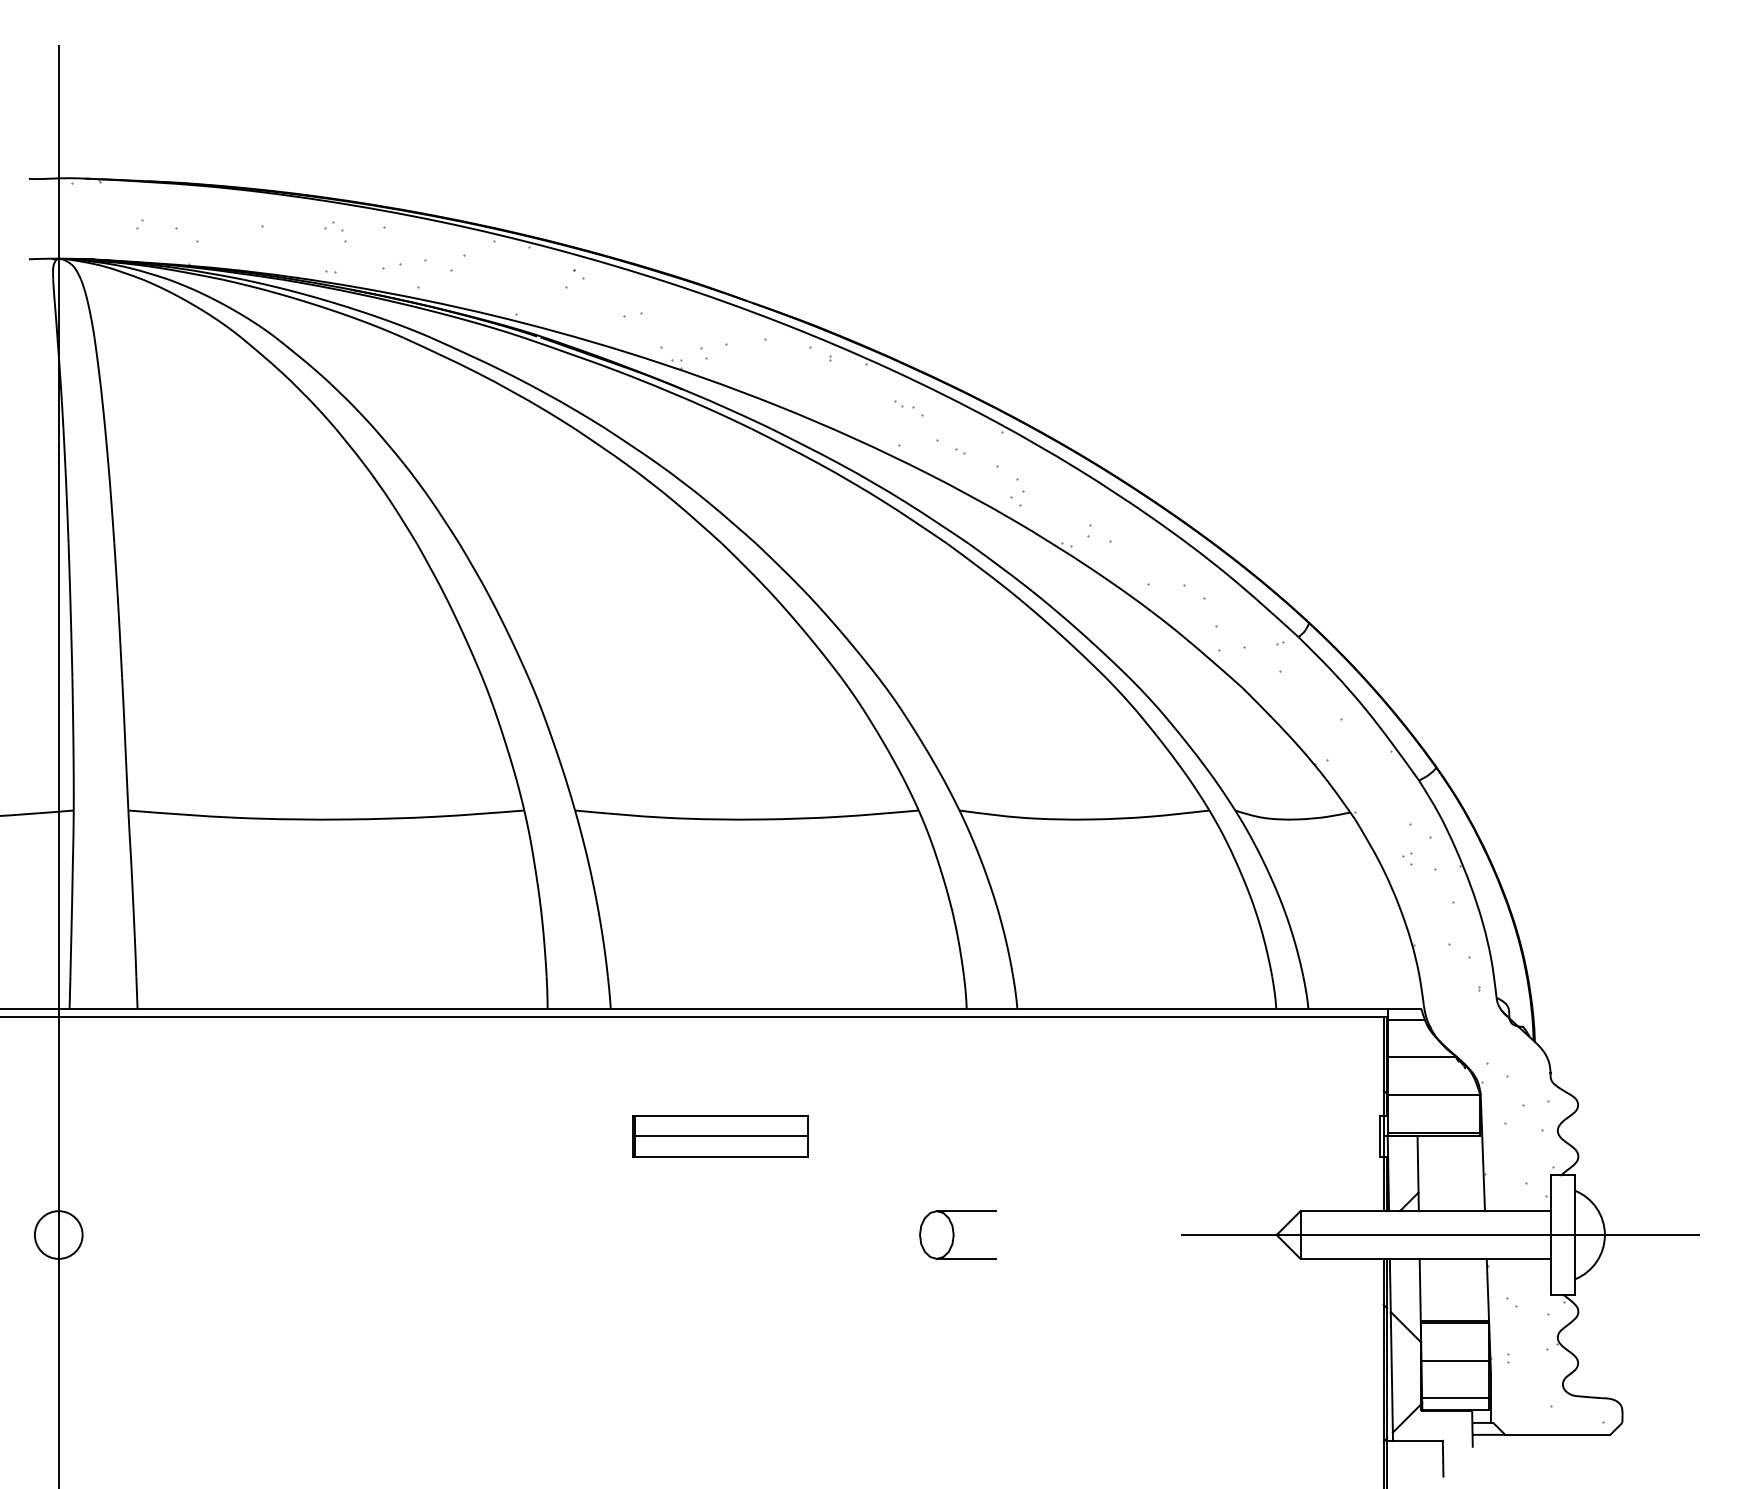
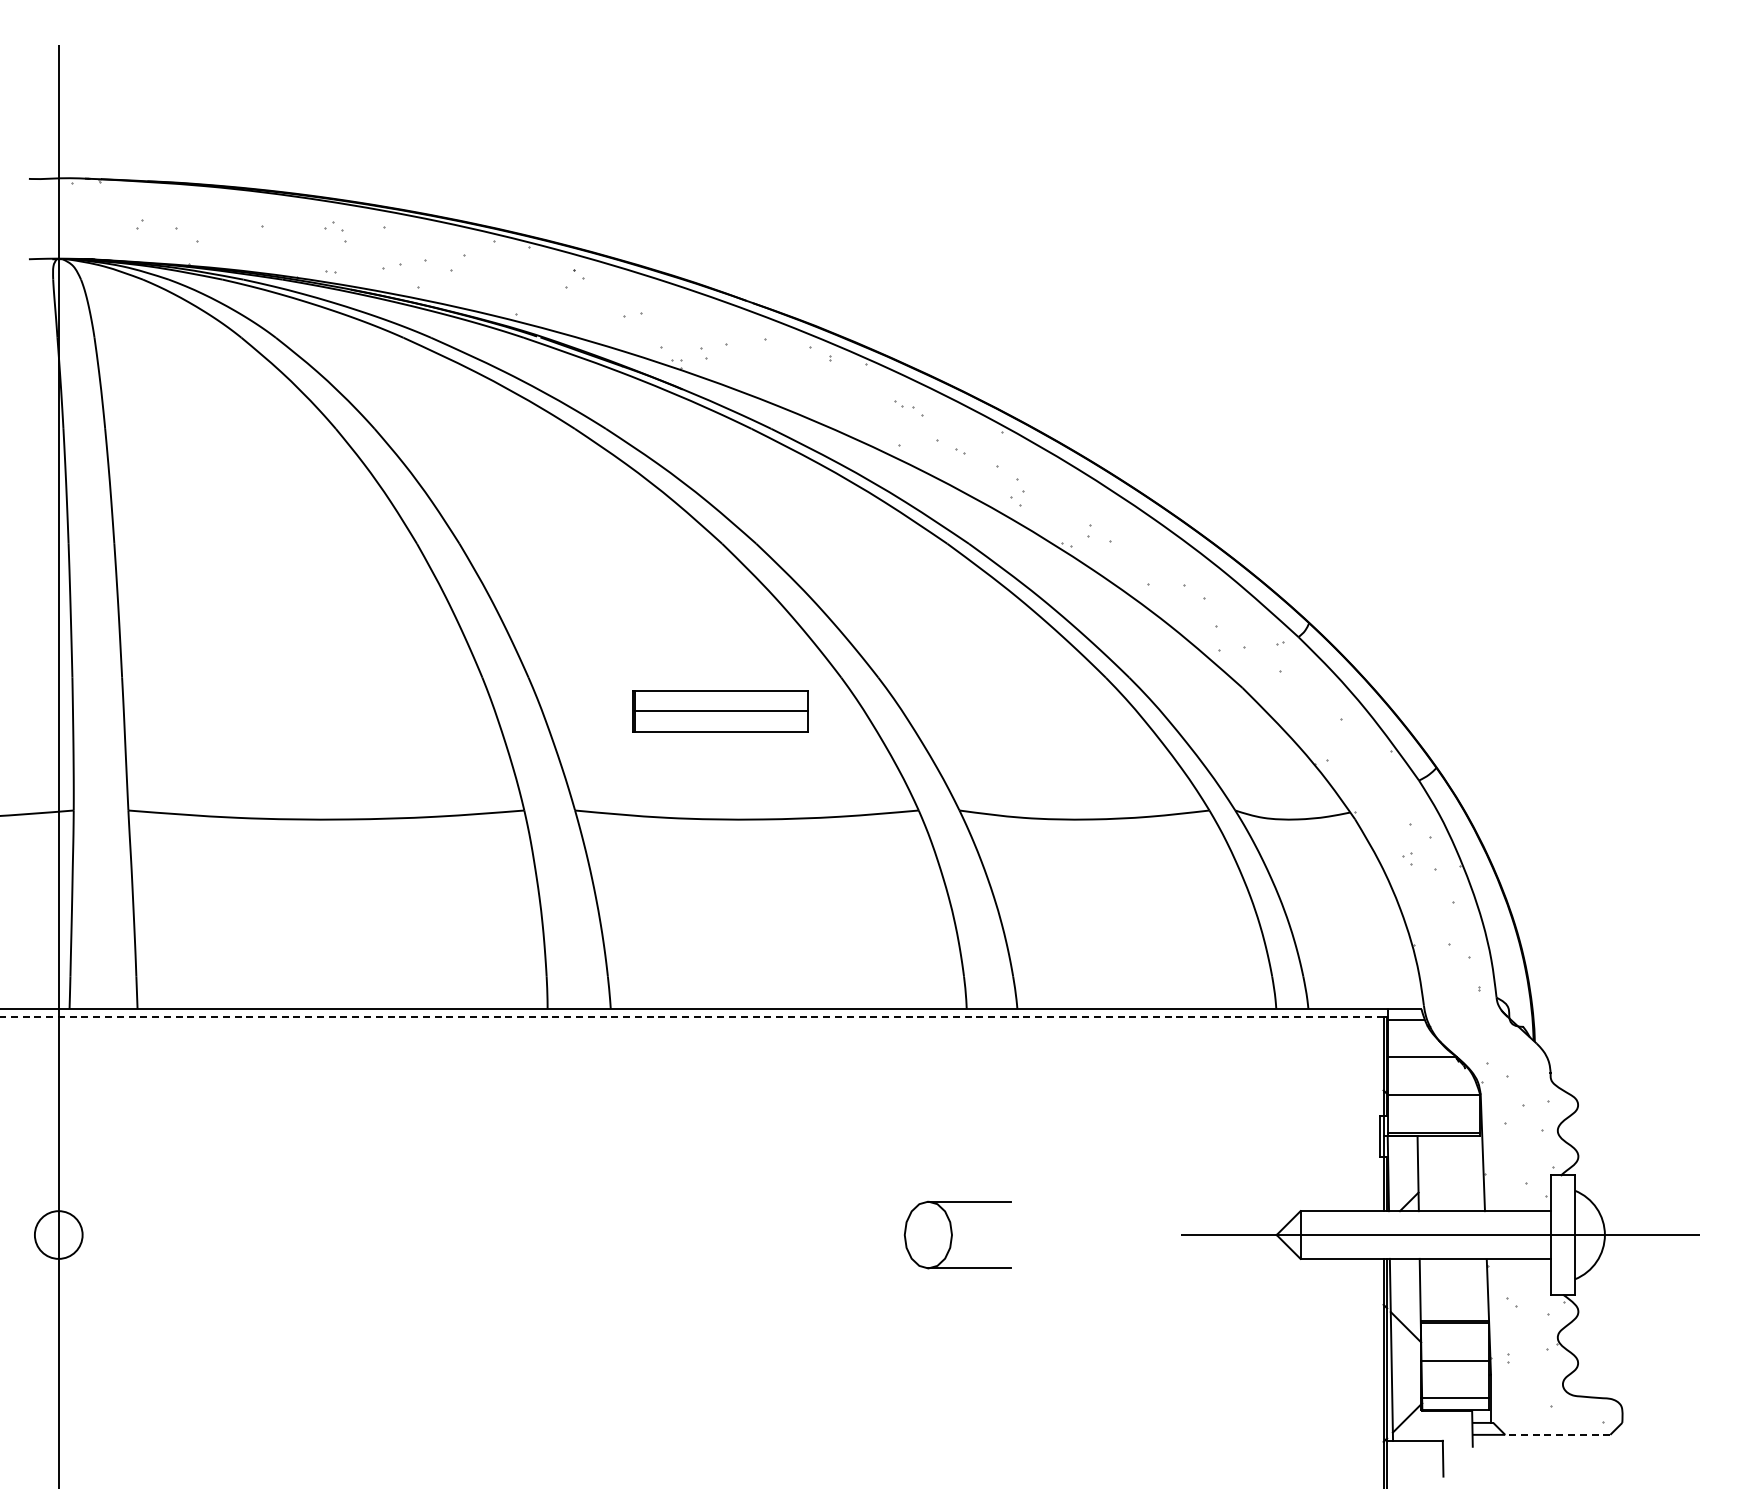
line at (691, 1017): solid -> dashed
part at (720, 1136) position: (720, 1136) -> (720, 711)
part at (957, 1234) size: 78x50 px -> 109x70 px
line at (1557, 1434): solid -> dashed
